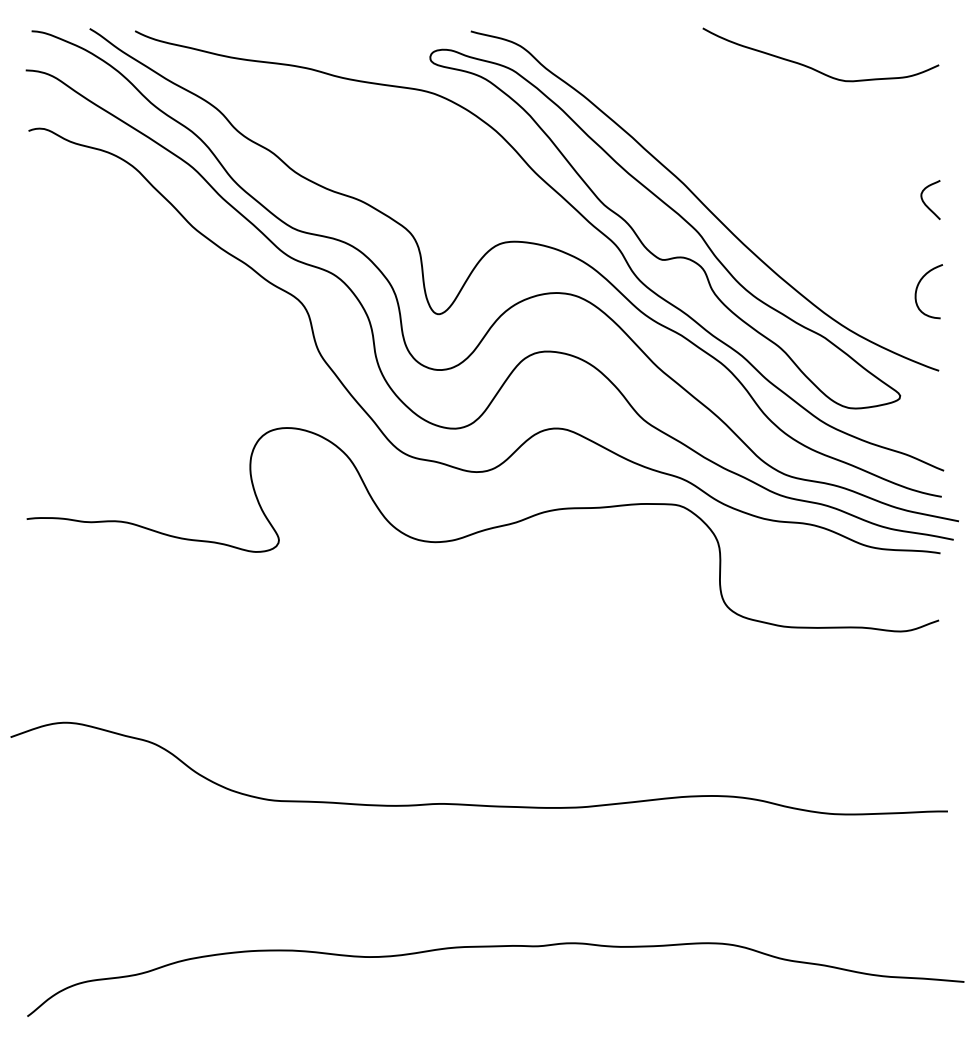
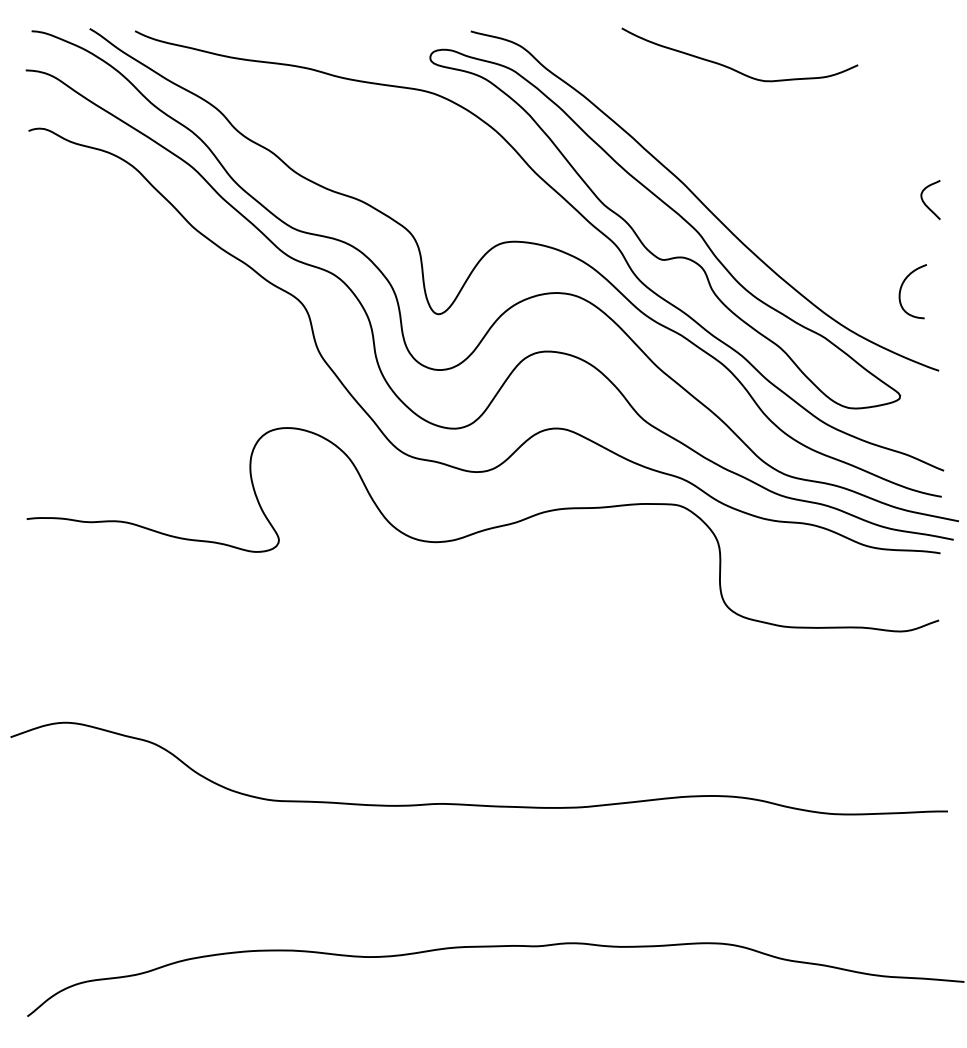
curve at (814, 68) position: (814, 68) -> (733, 68)
curve at (917, 290) position: (917, 290) -> (901, 290)
